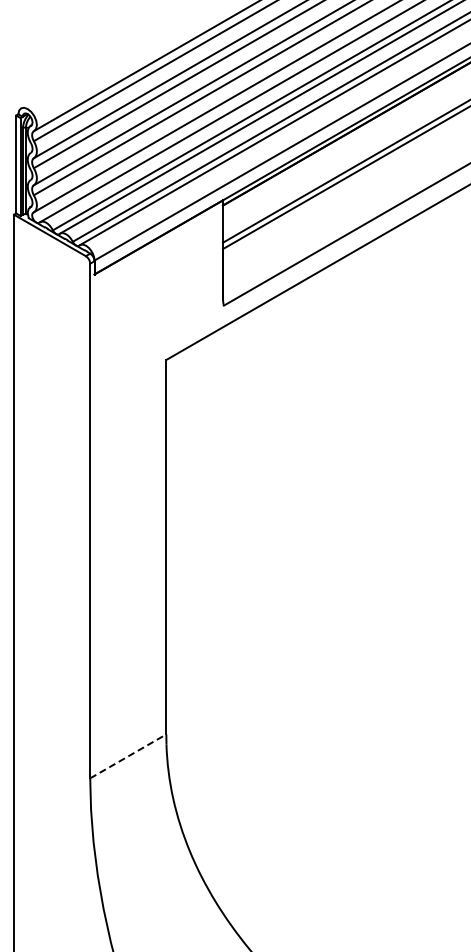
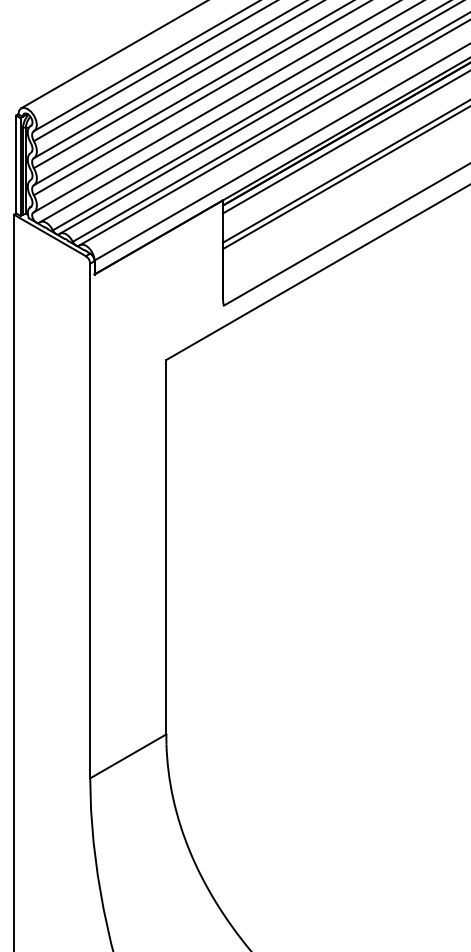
line at (112, 55): none -> present
line at (344, 142): none -> present
line at (128, 756): dashed -> solid
